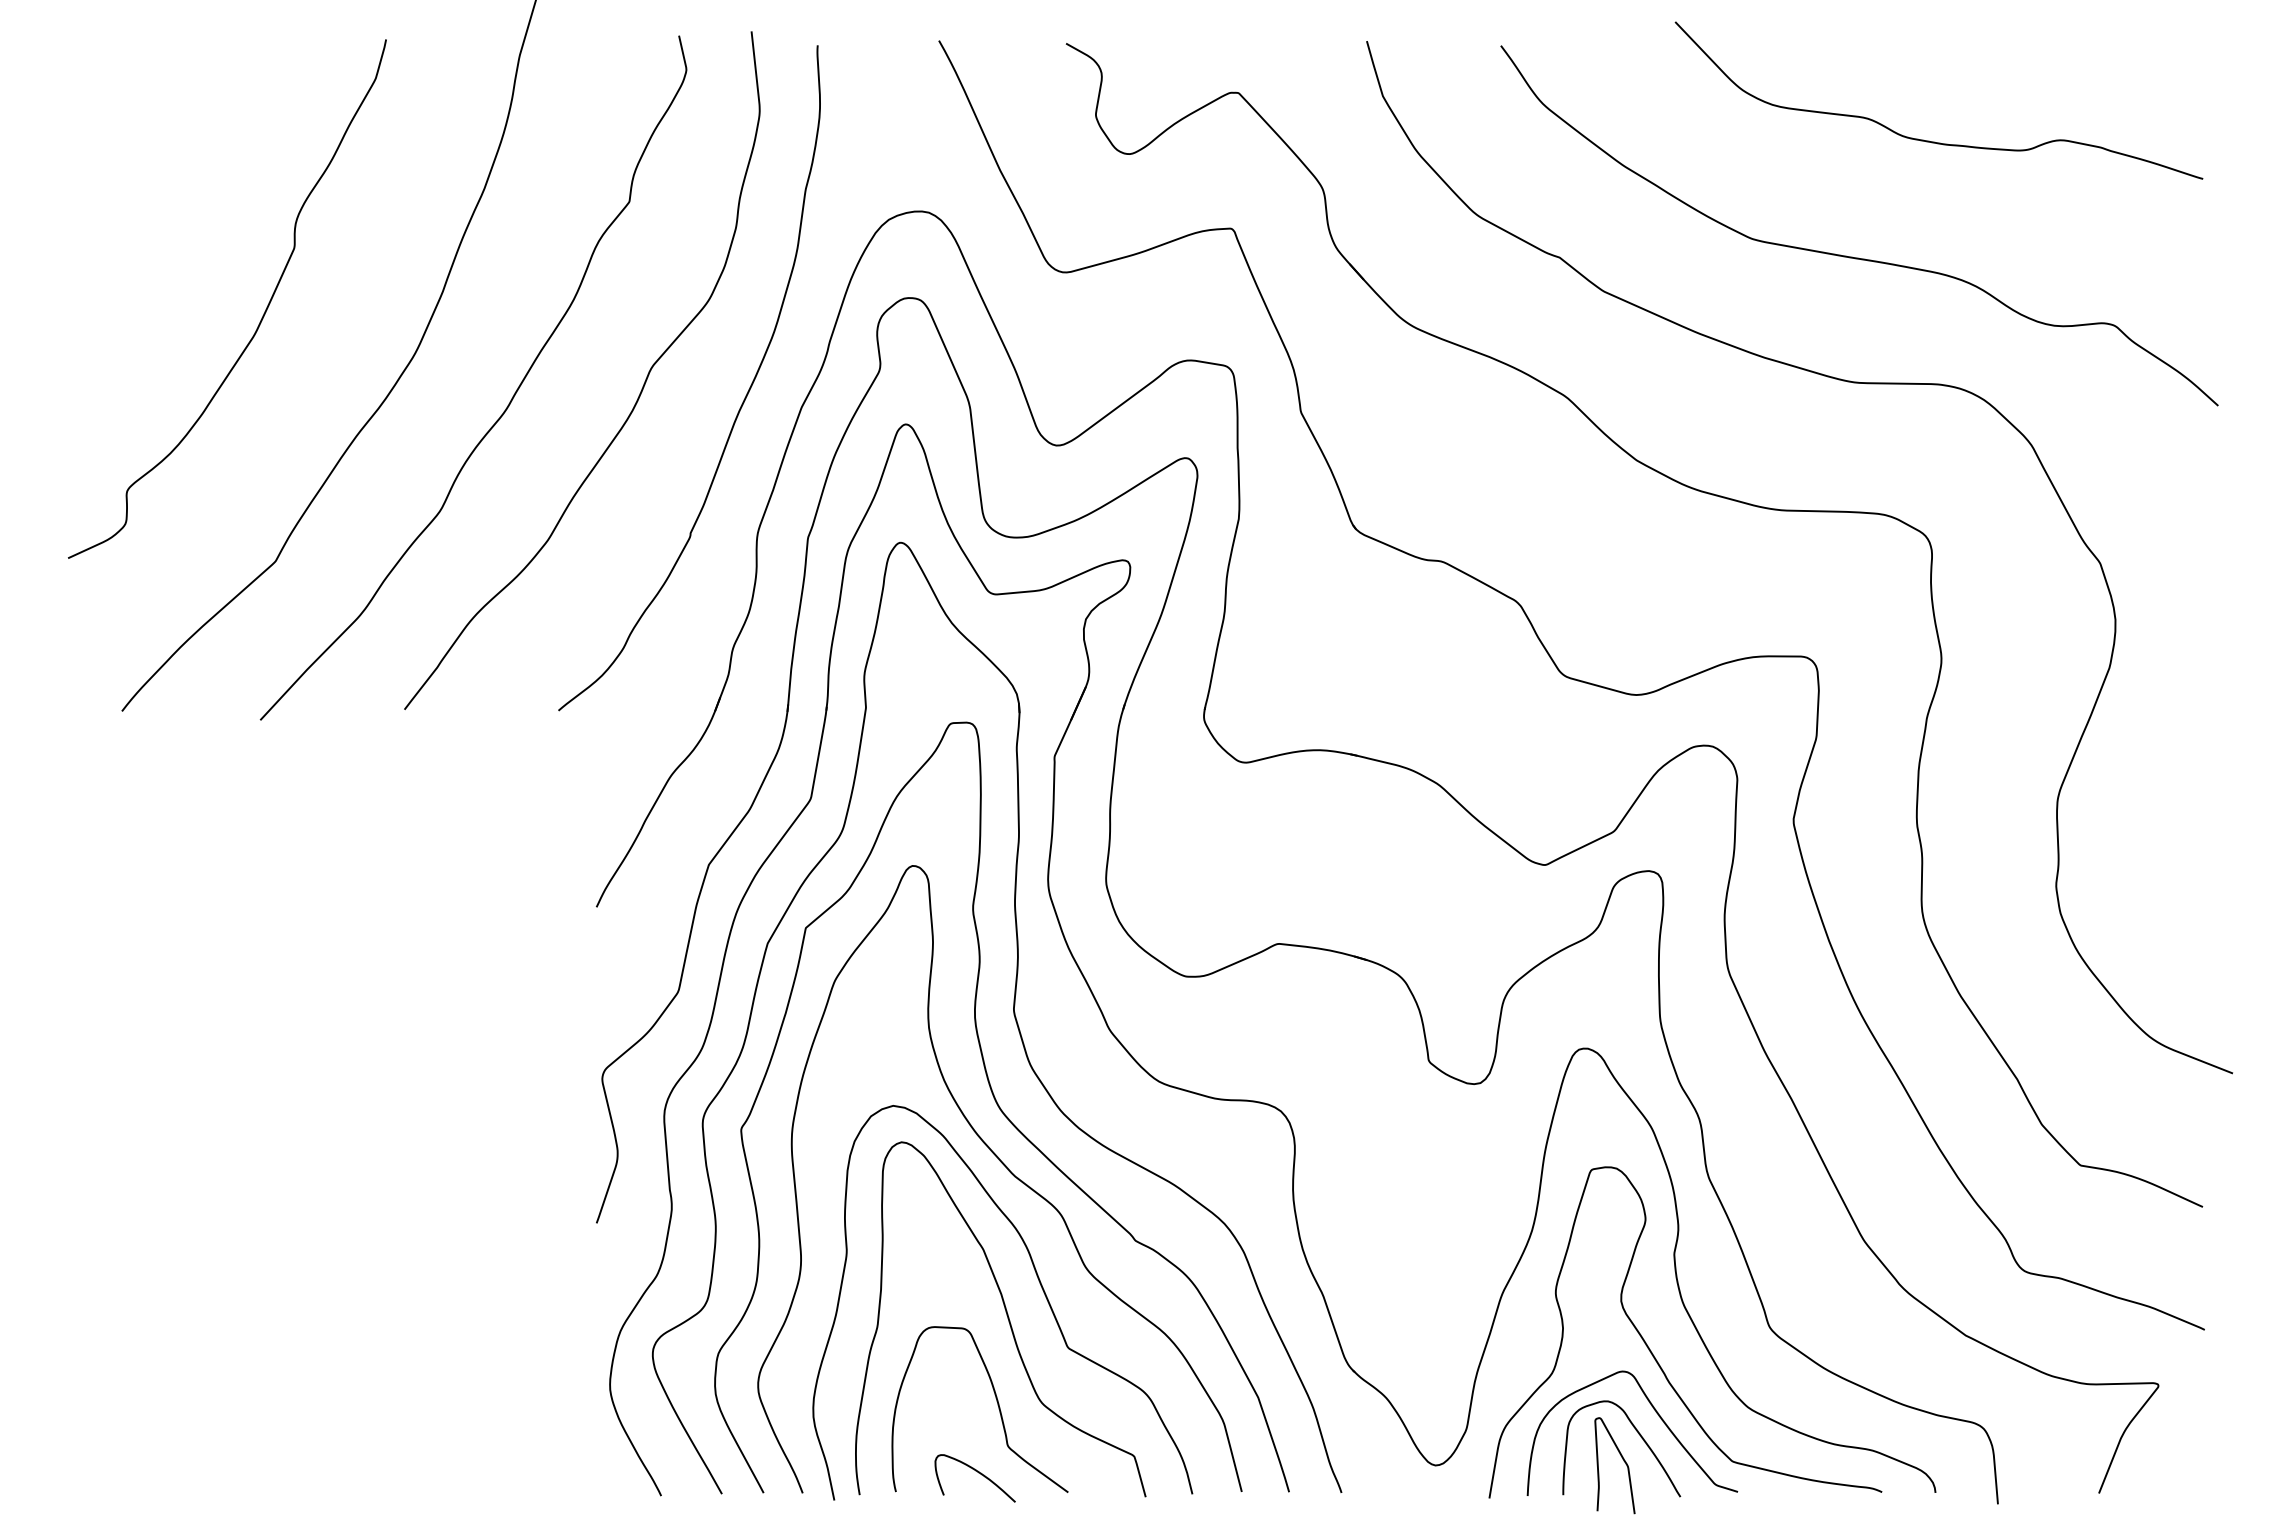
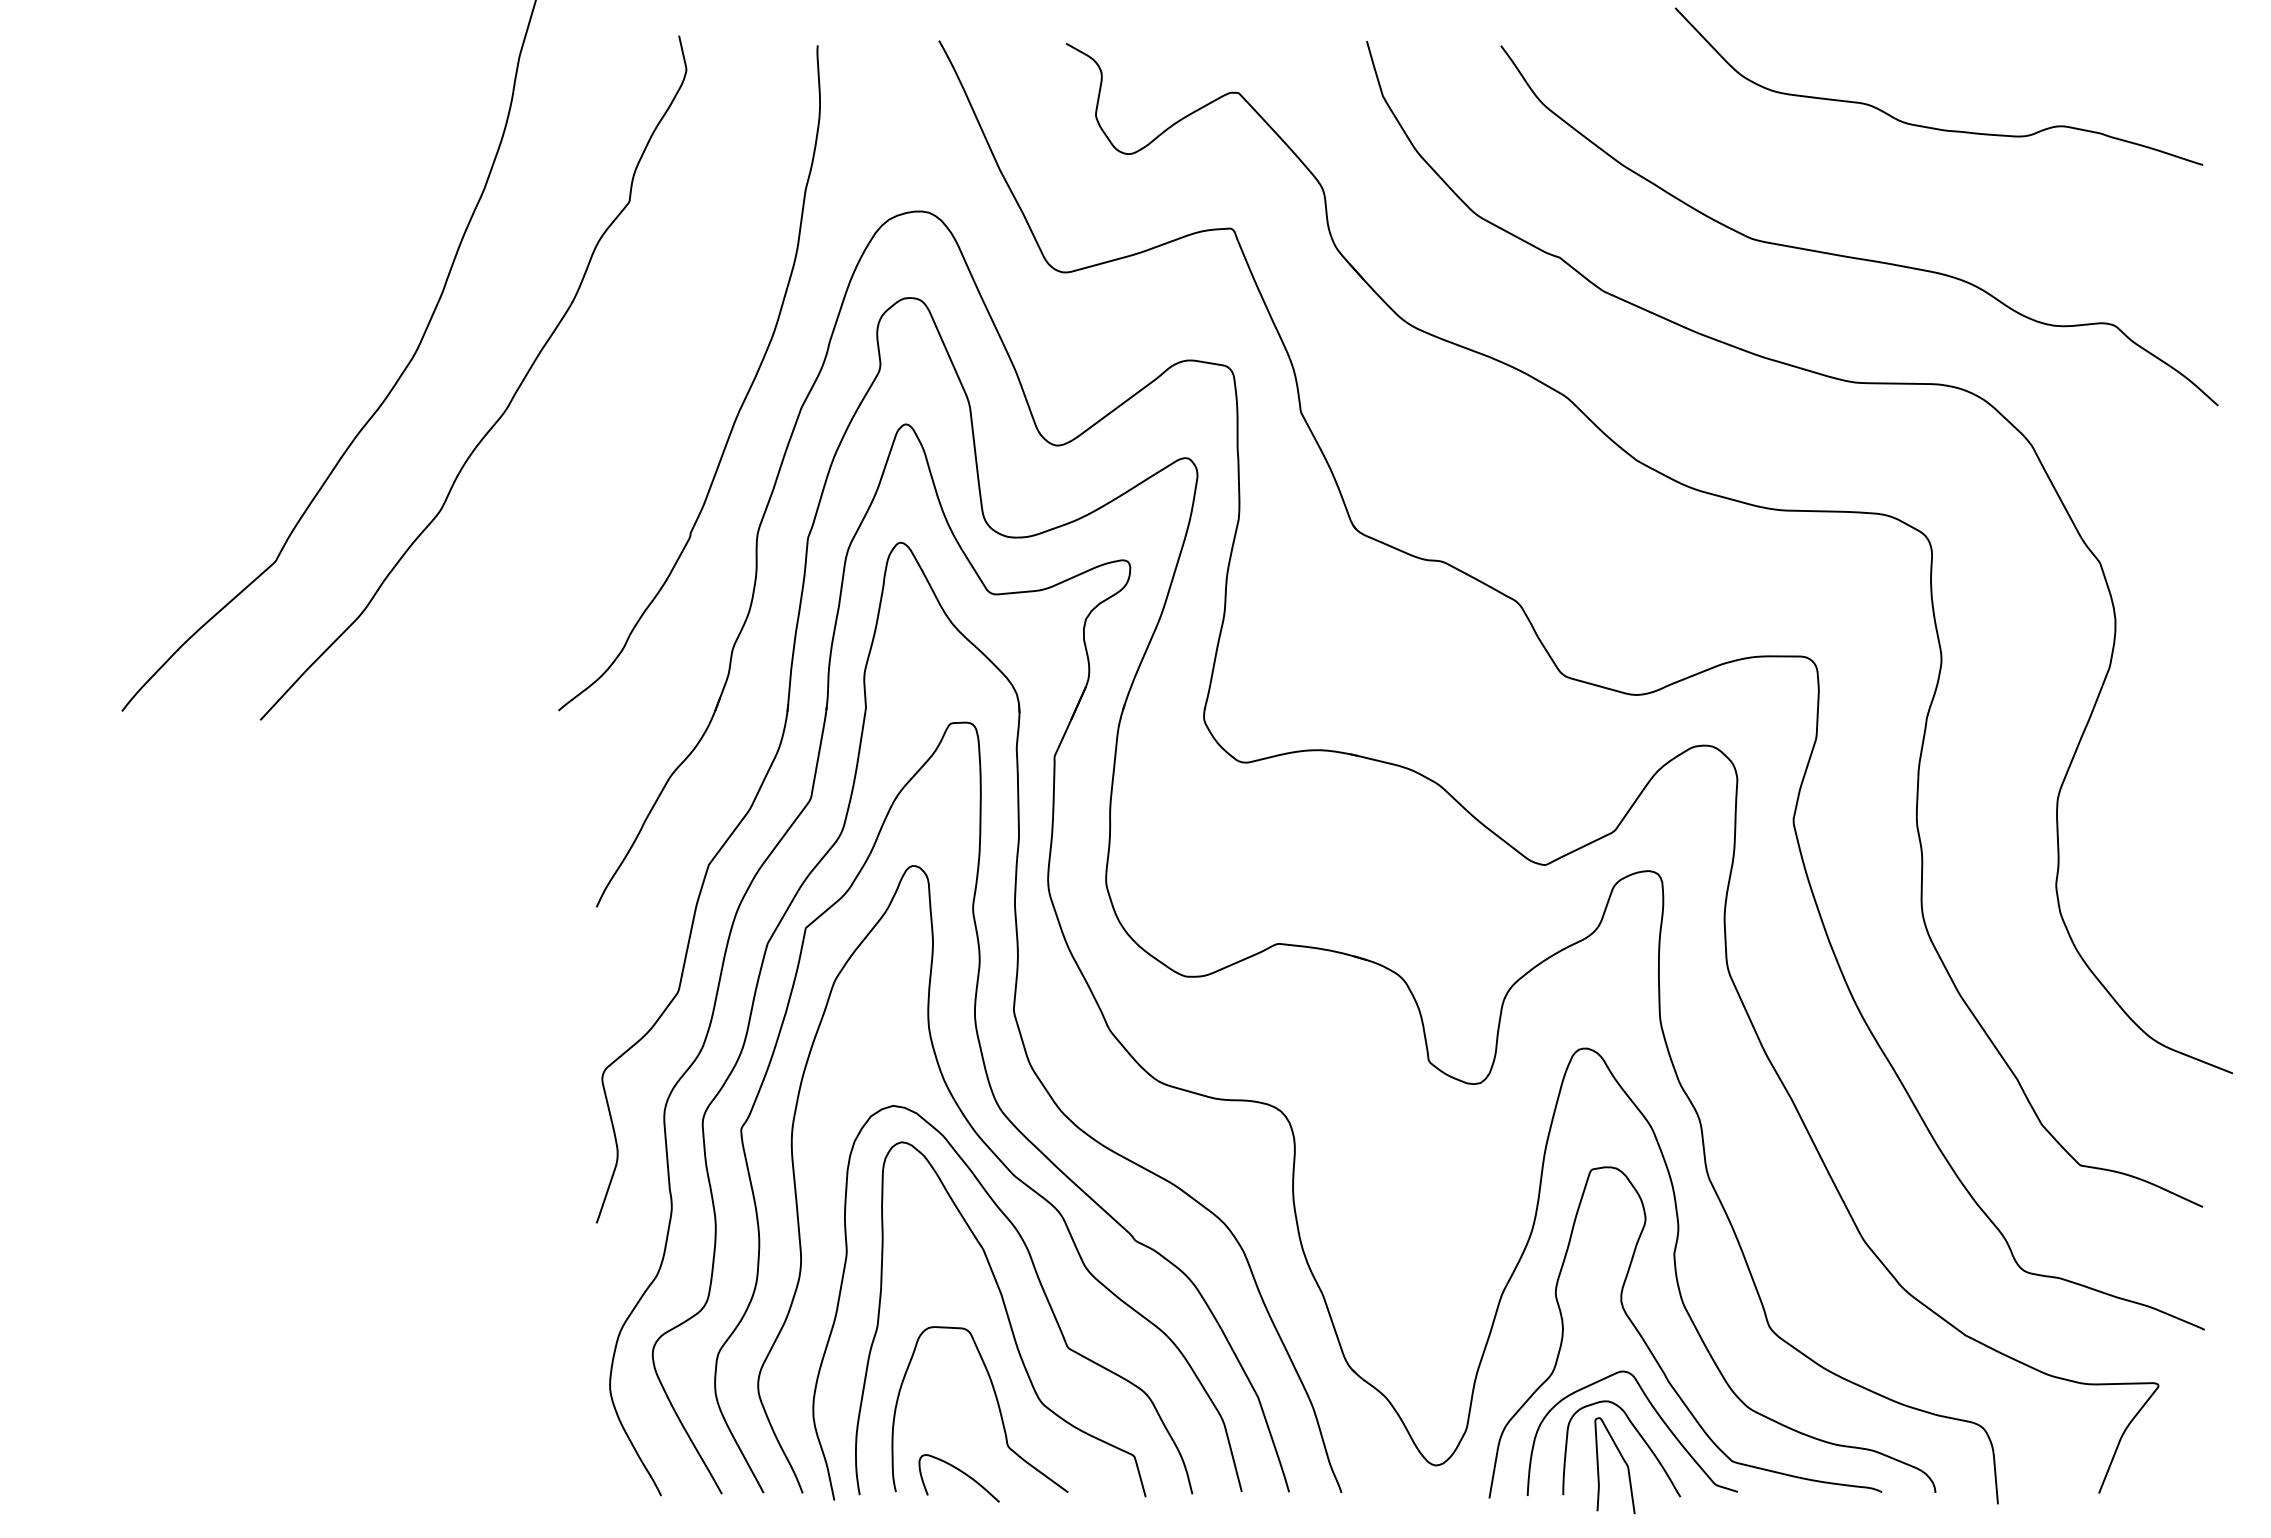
curve at (1929, 140) position: (1929, 140) -> (1929, 126)
curve at (262, 315): present -> none
curve at (638, 395): present -> none
curve at (978, 1473) position: (978, 1473) -> (962, 1473)
